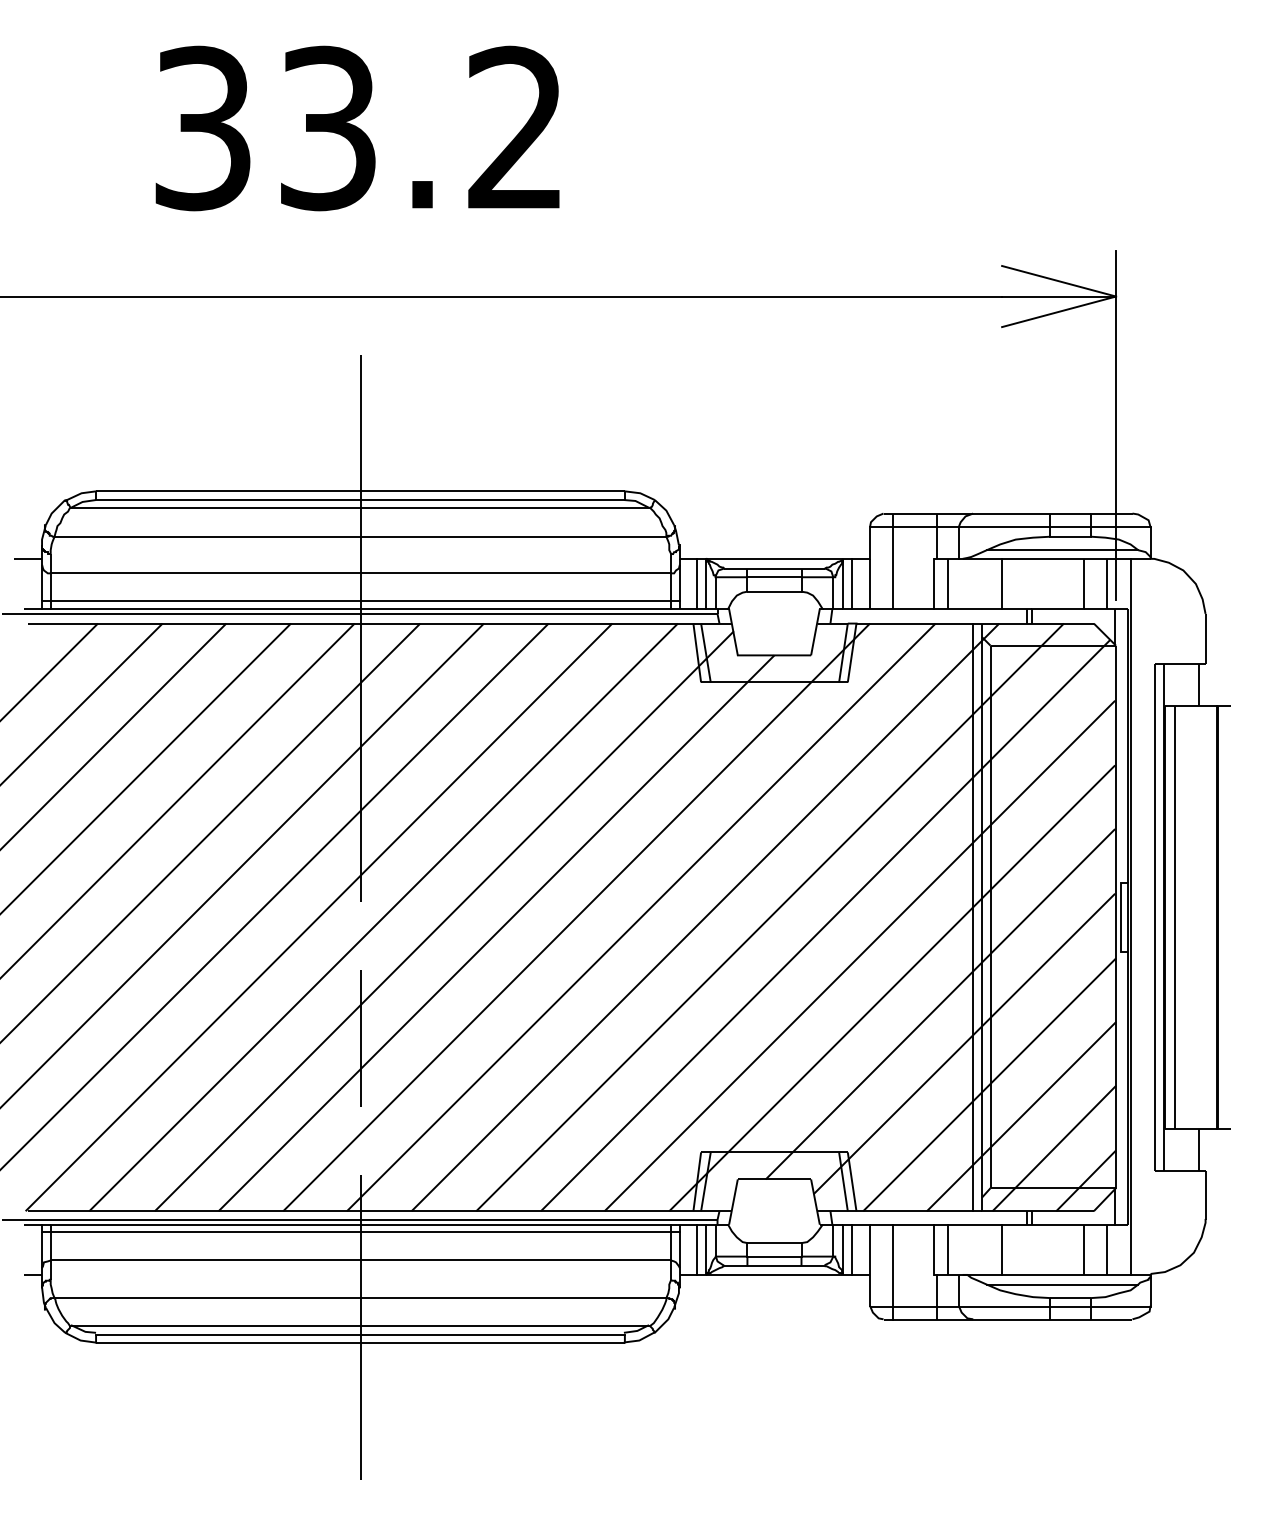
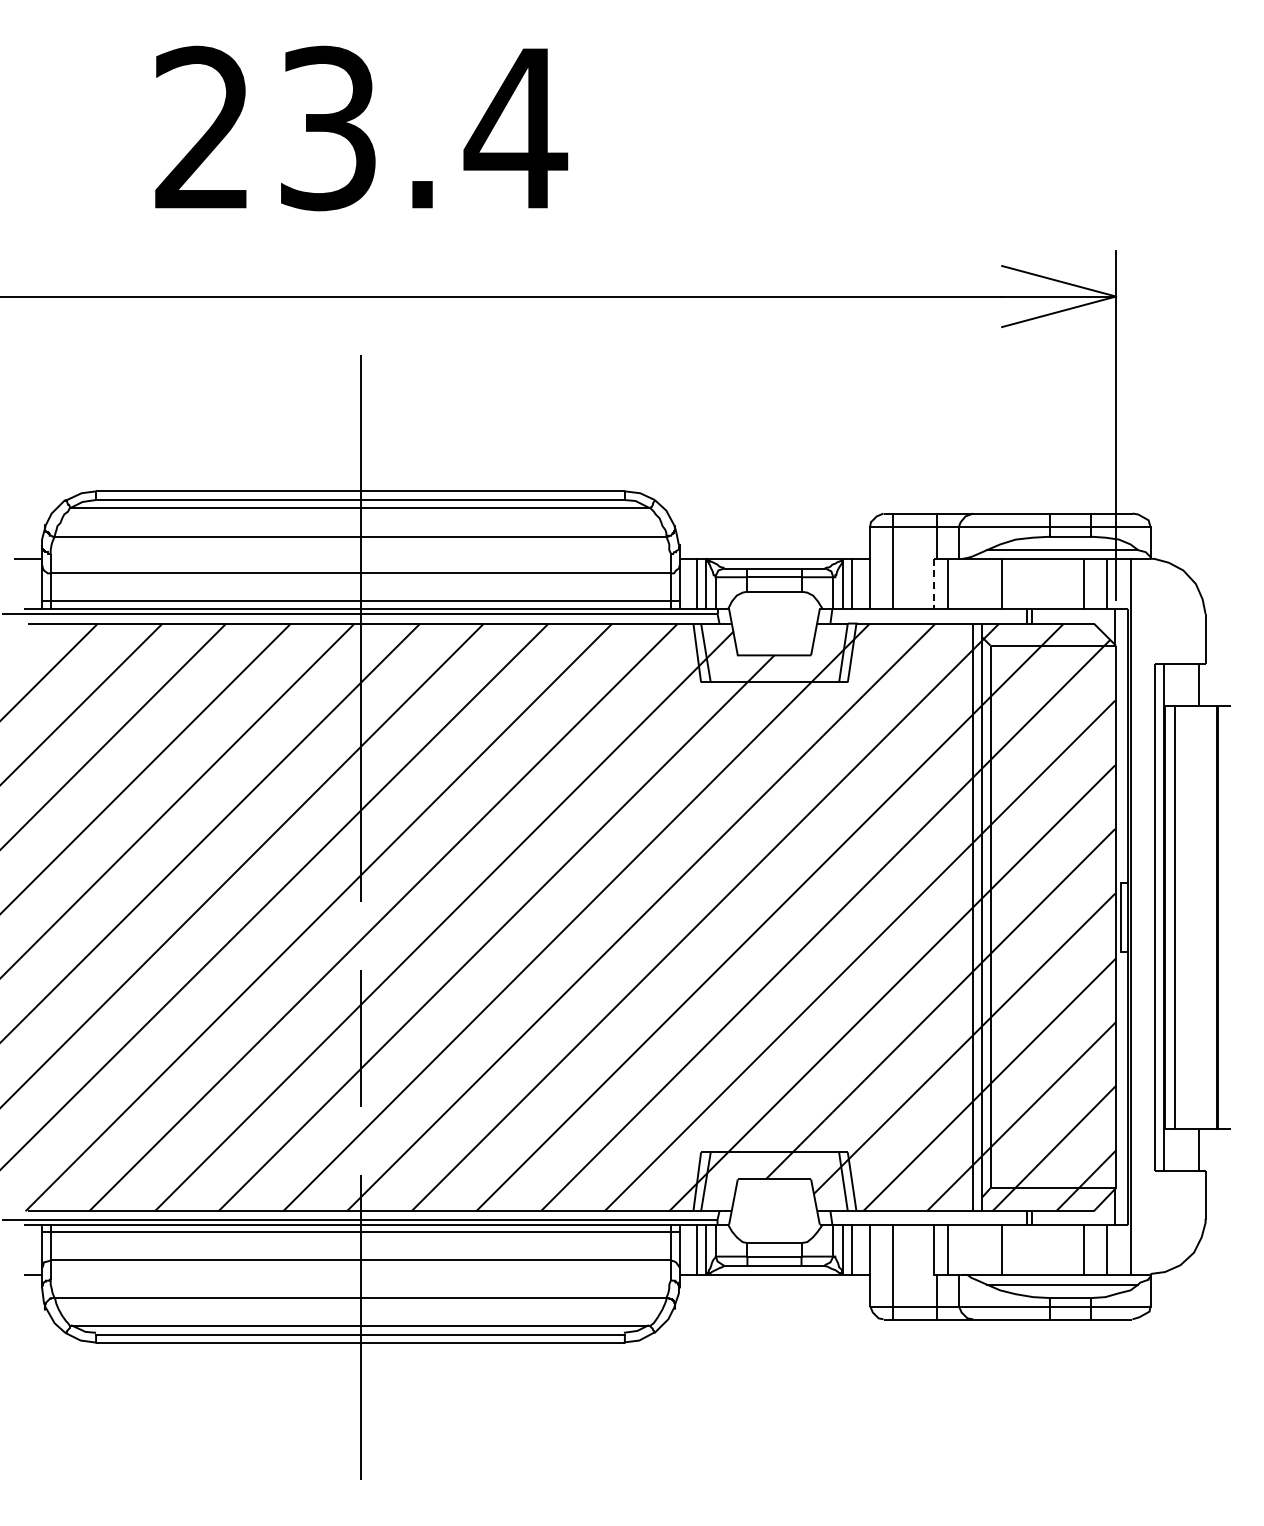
text at (361, 128): 33.2 -> 23.4
line at (933, 584): solid -> dashed
